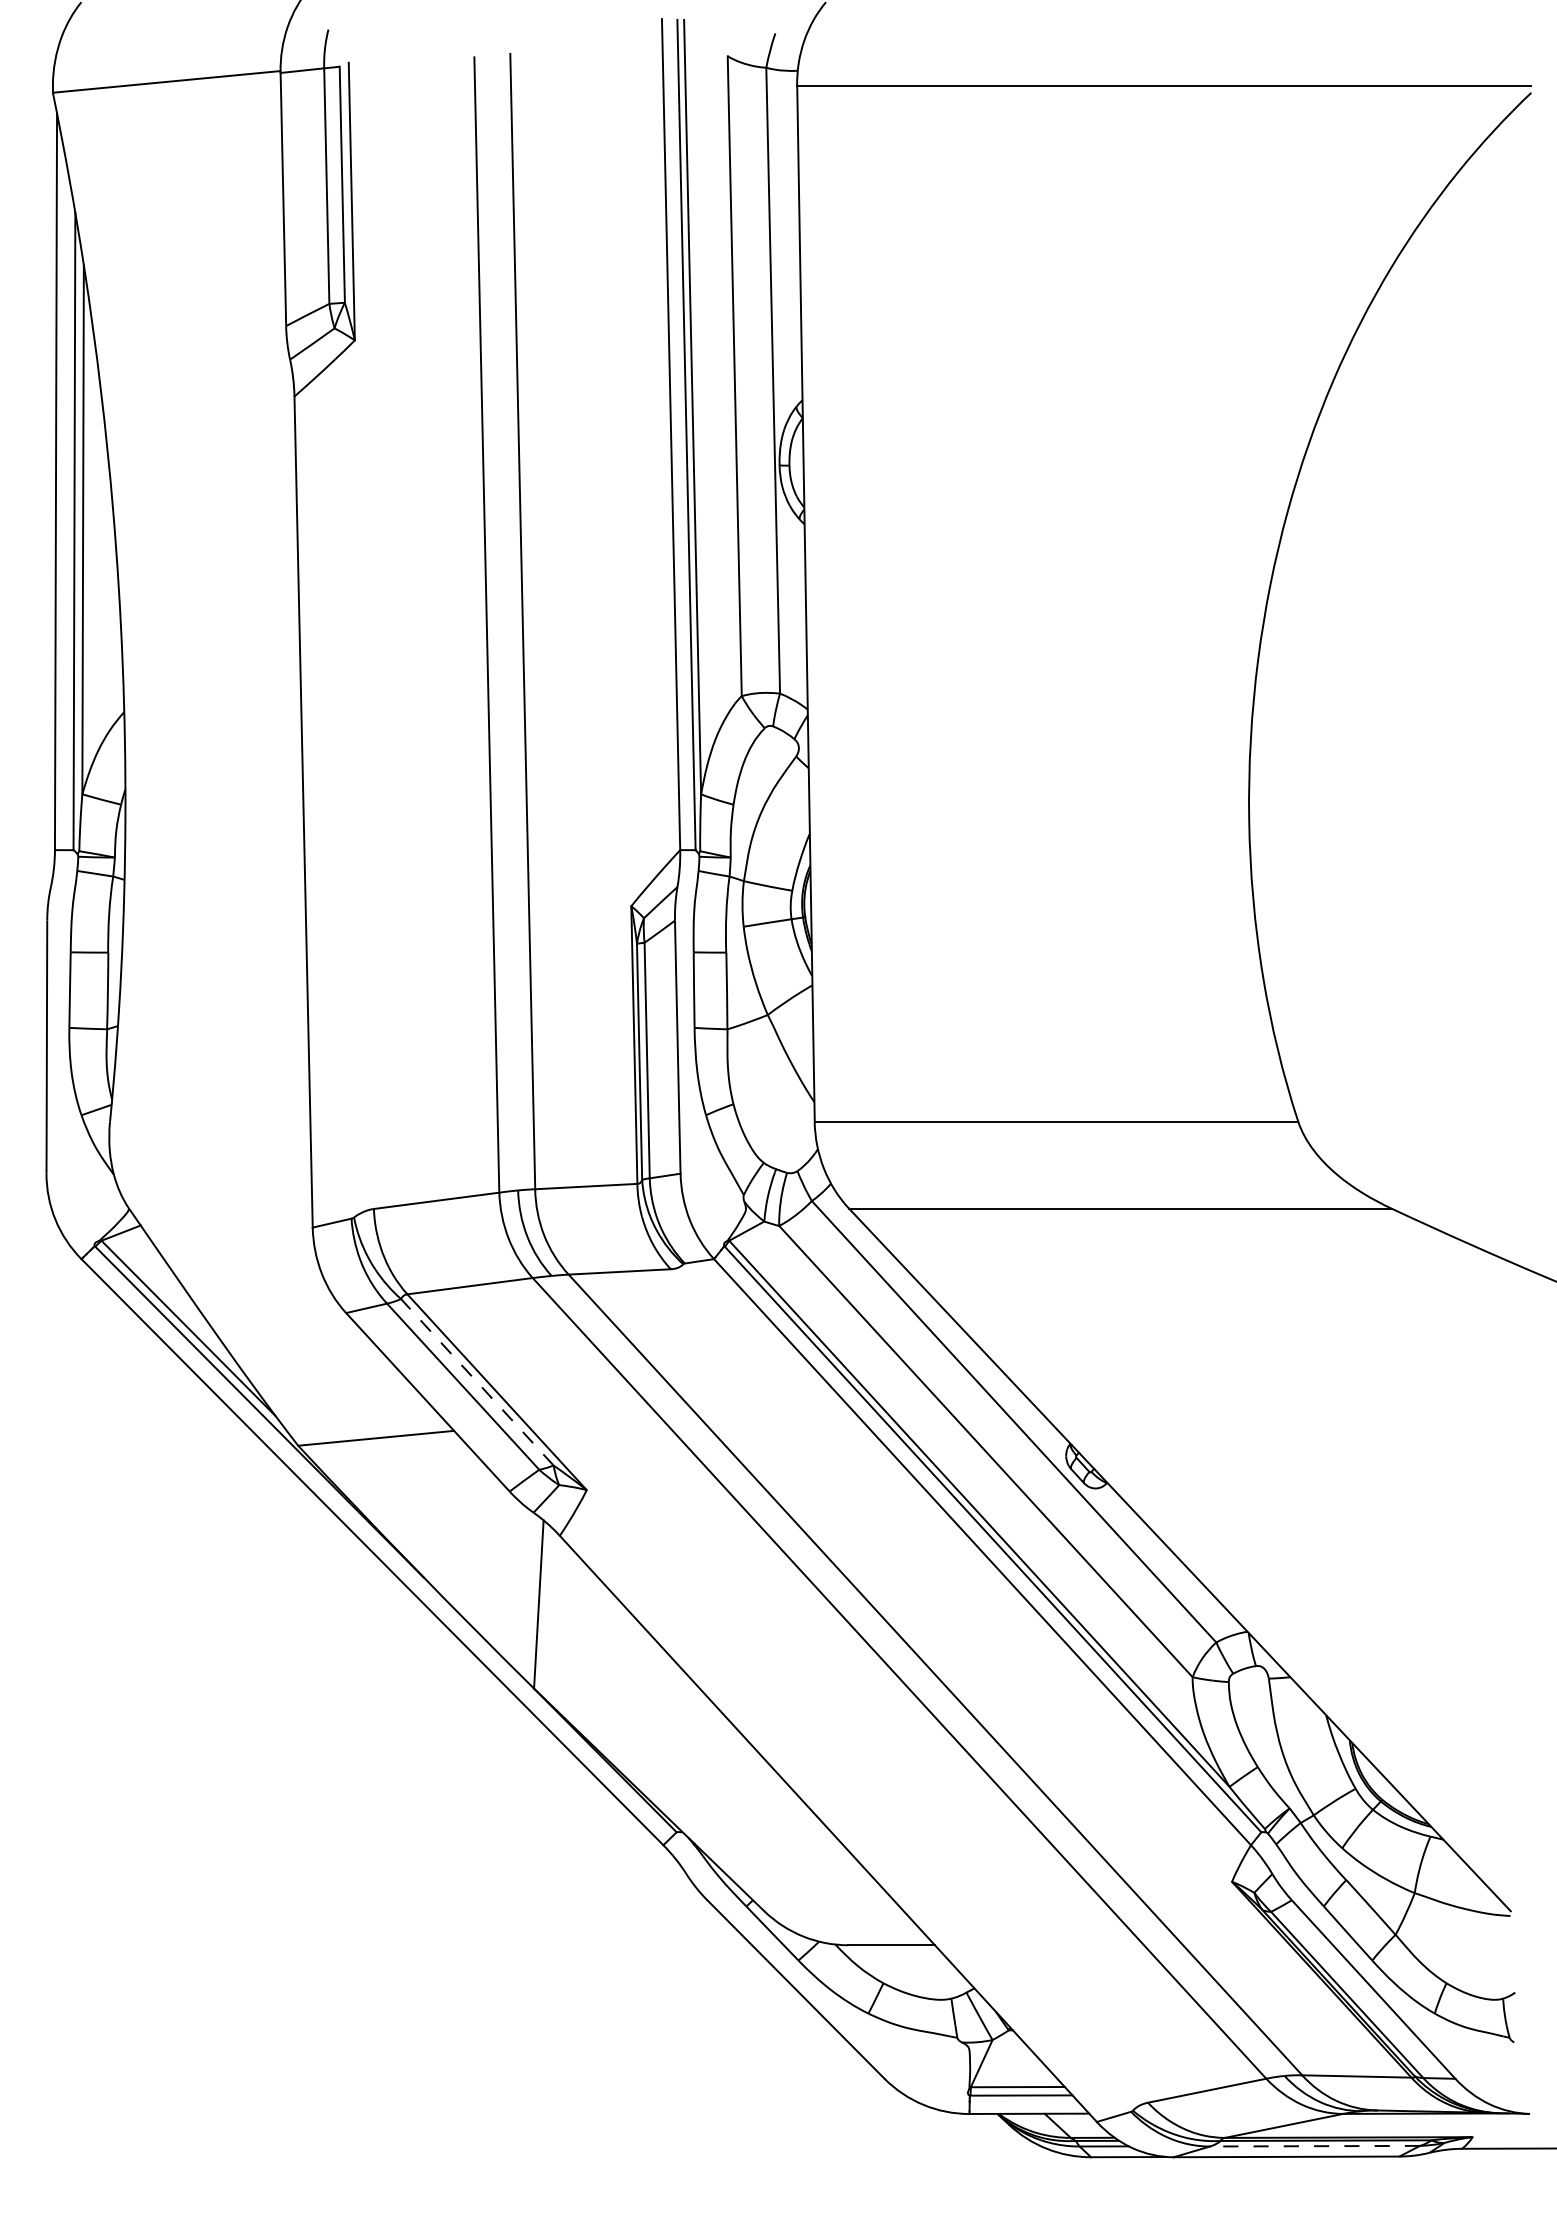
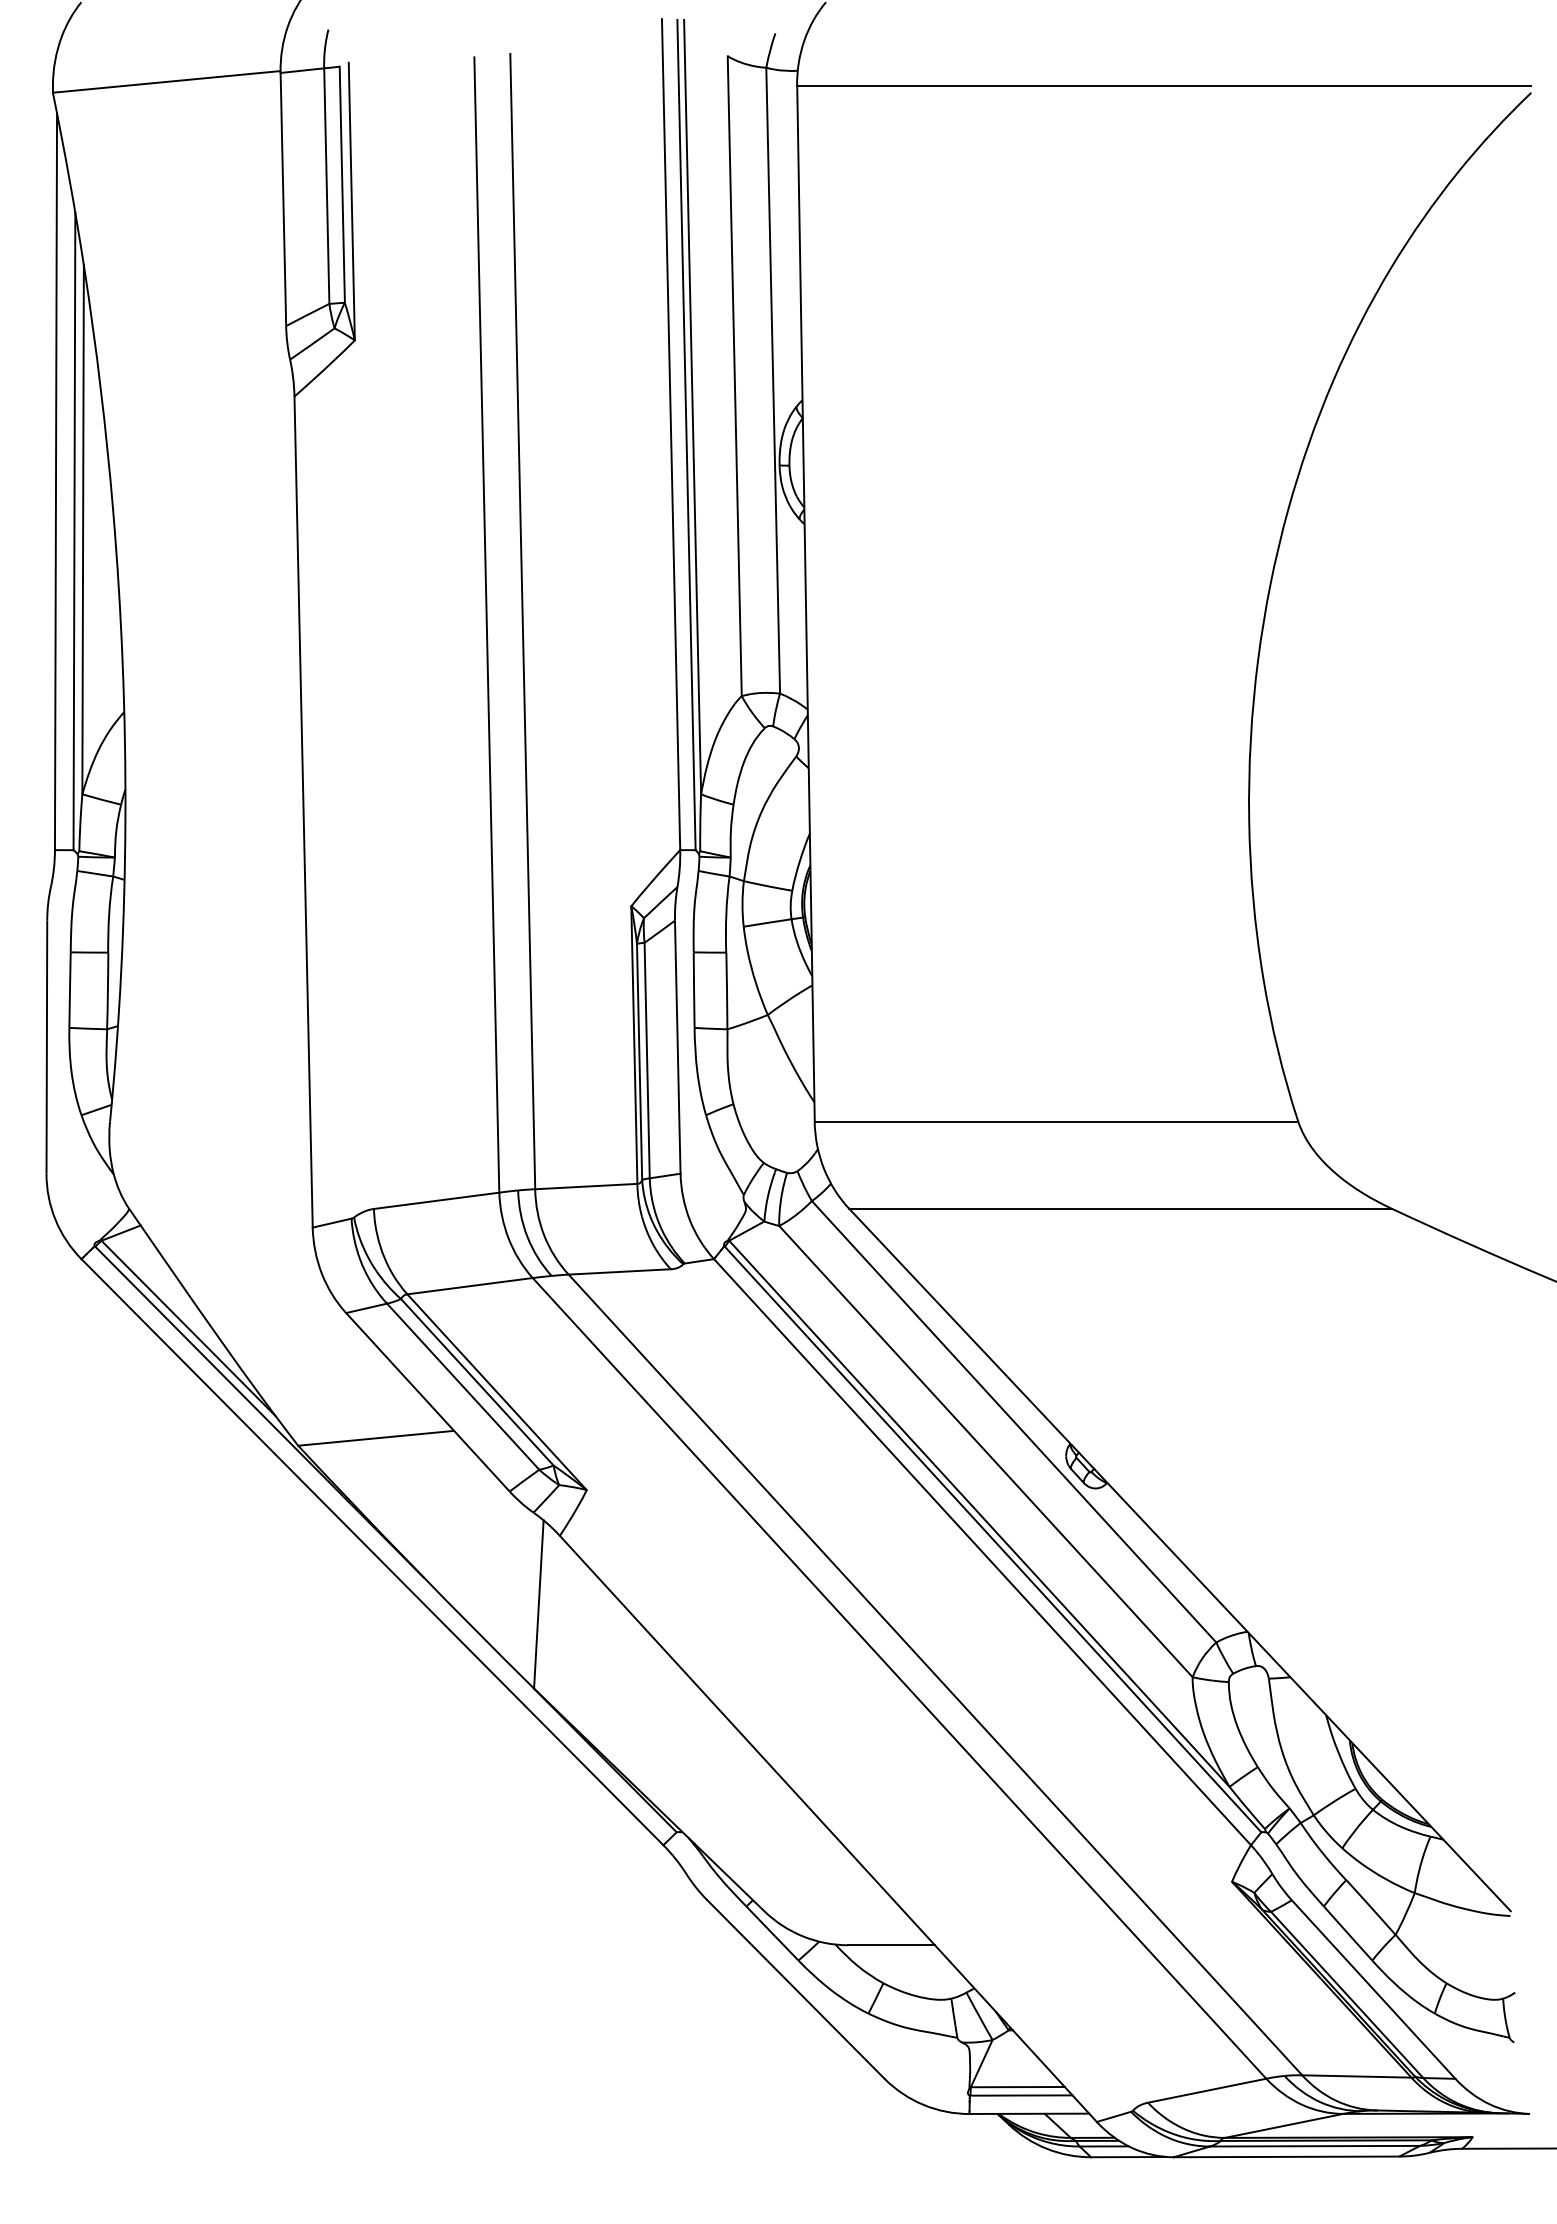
line at (477, 1382): dashed -> solid
line at (1314, 2146): dashed -> solid
